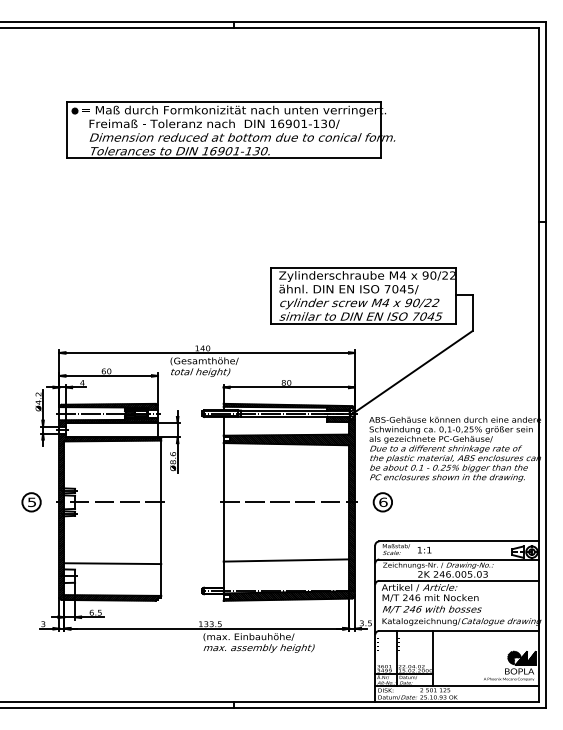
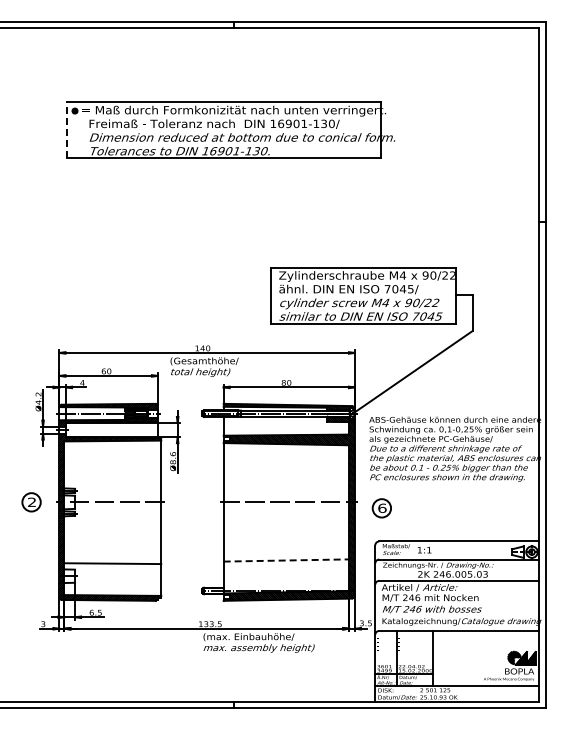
line at (66, 129): solid -> dashed
text at (31, 502): 5 -> 2
part at (382, 502) position: (382, 502) -> (381, 508)
line at (286, 560): solid -> dashed
